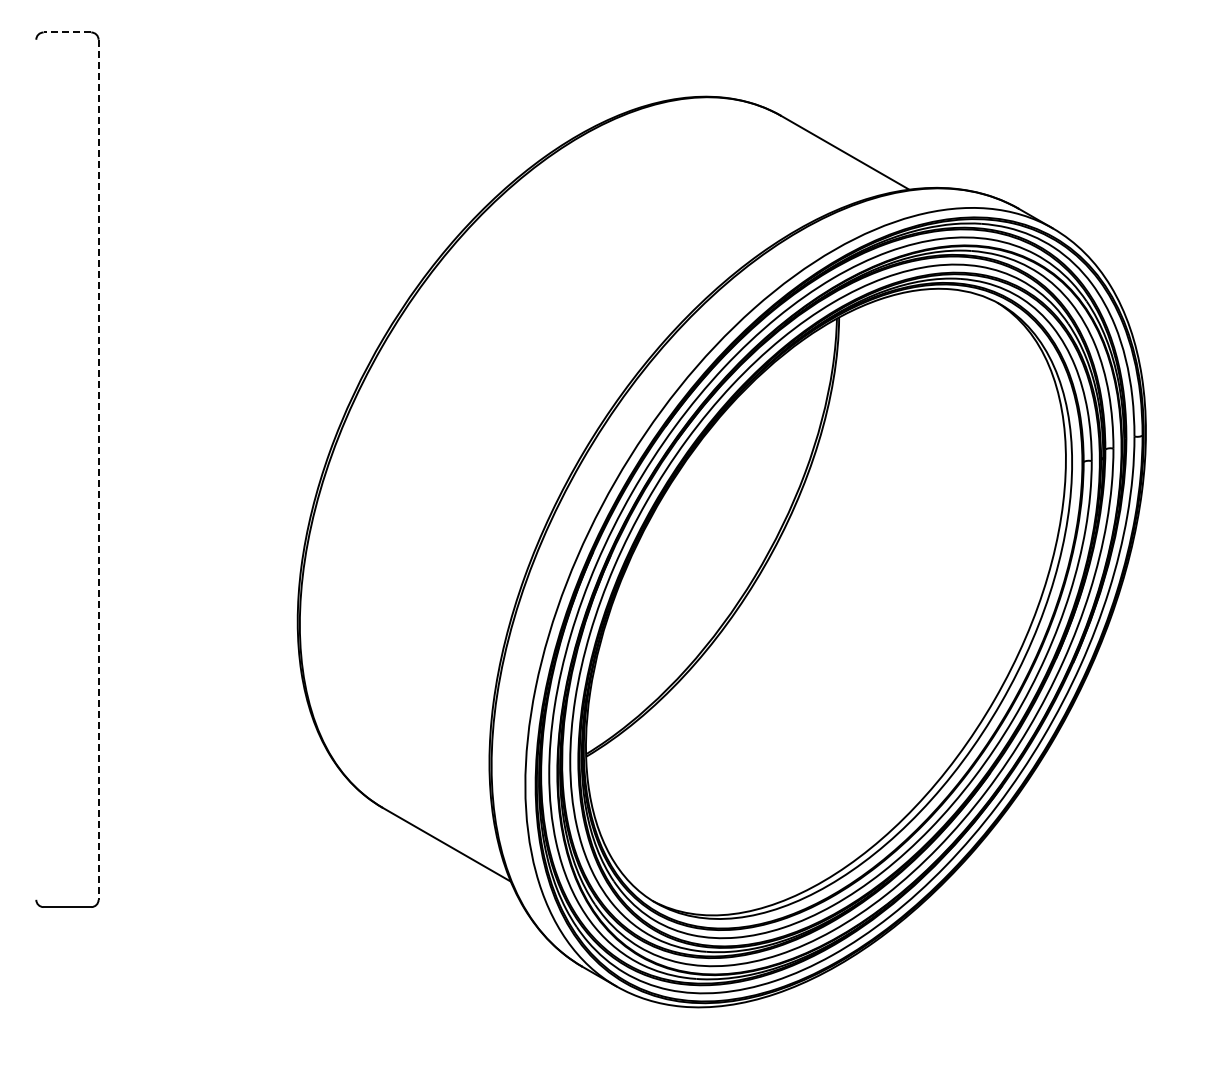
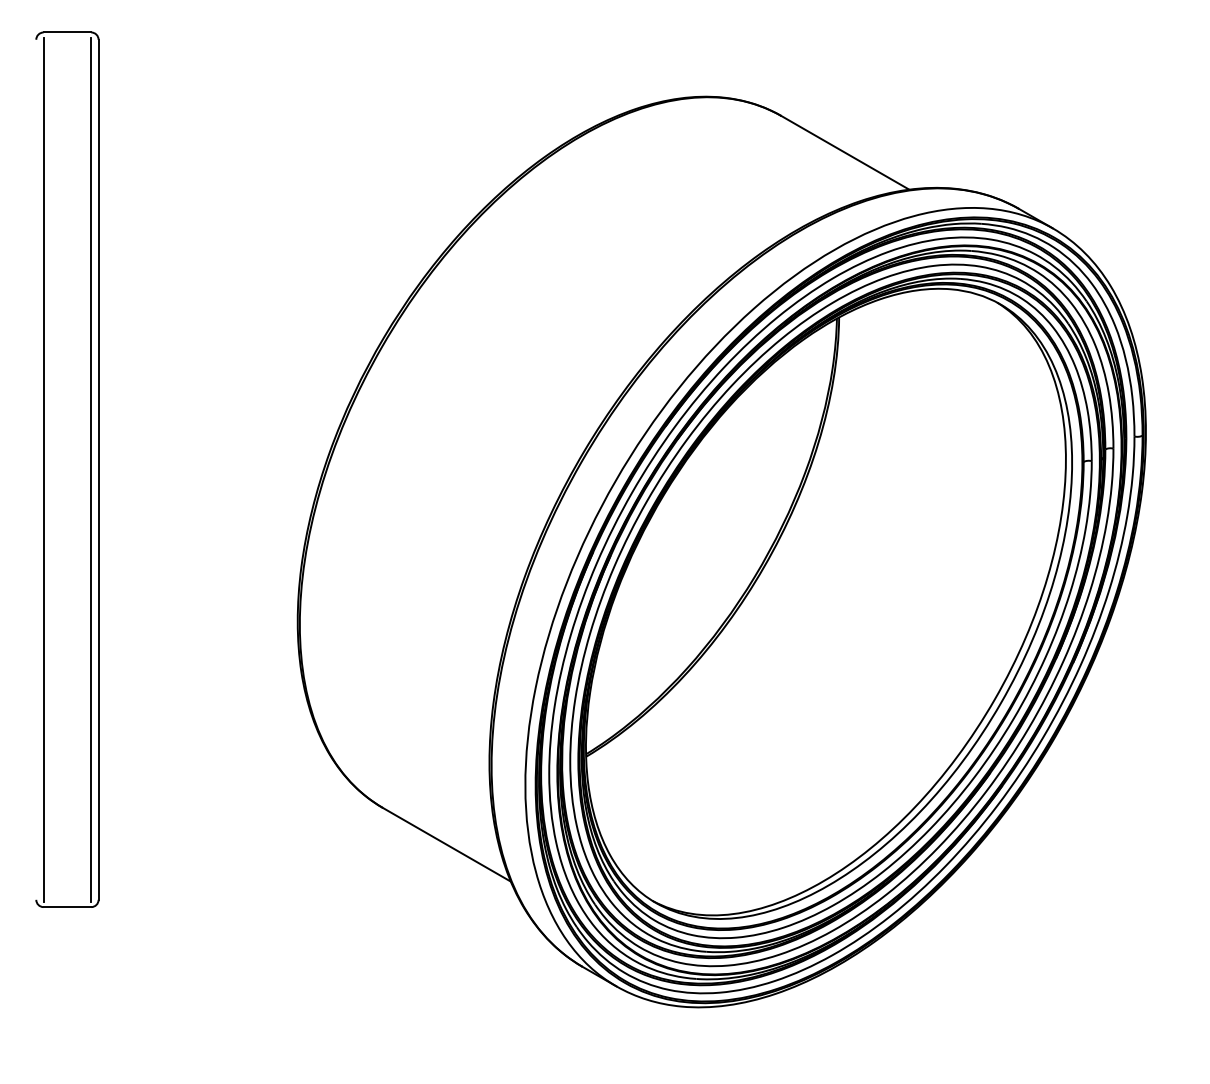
line at (67, 32): dashed -> solid
line at (43, 469): none -> present
line at (91, 469): none -> present
line at (98, 470): dashed -> solid
